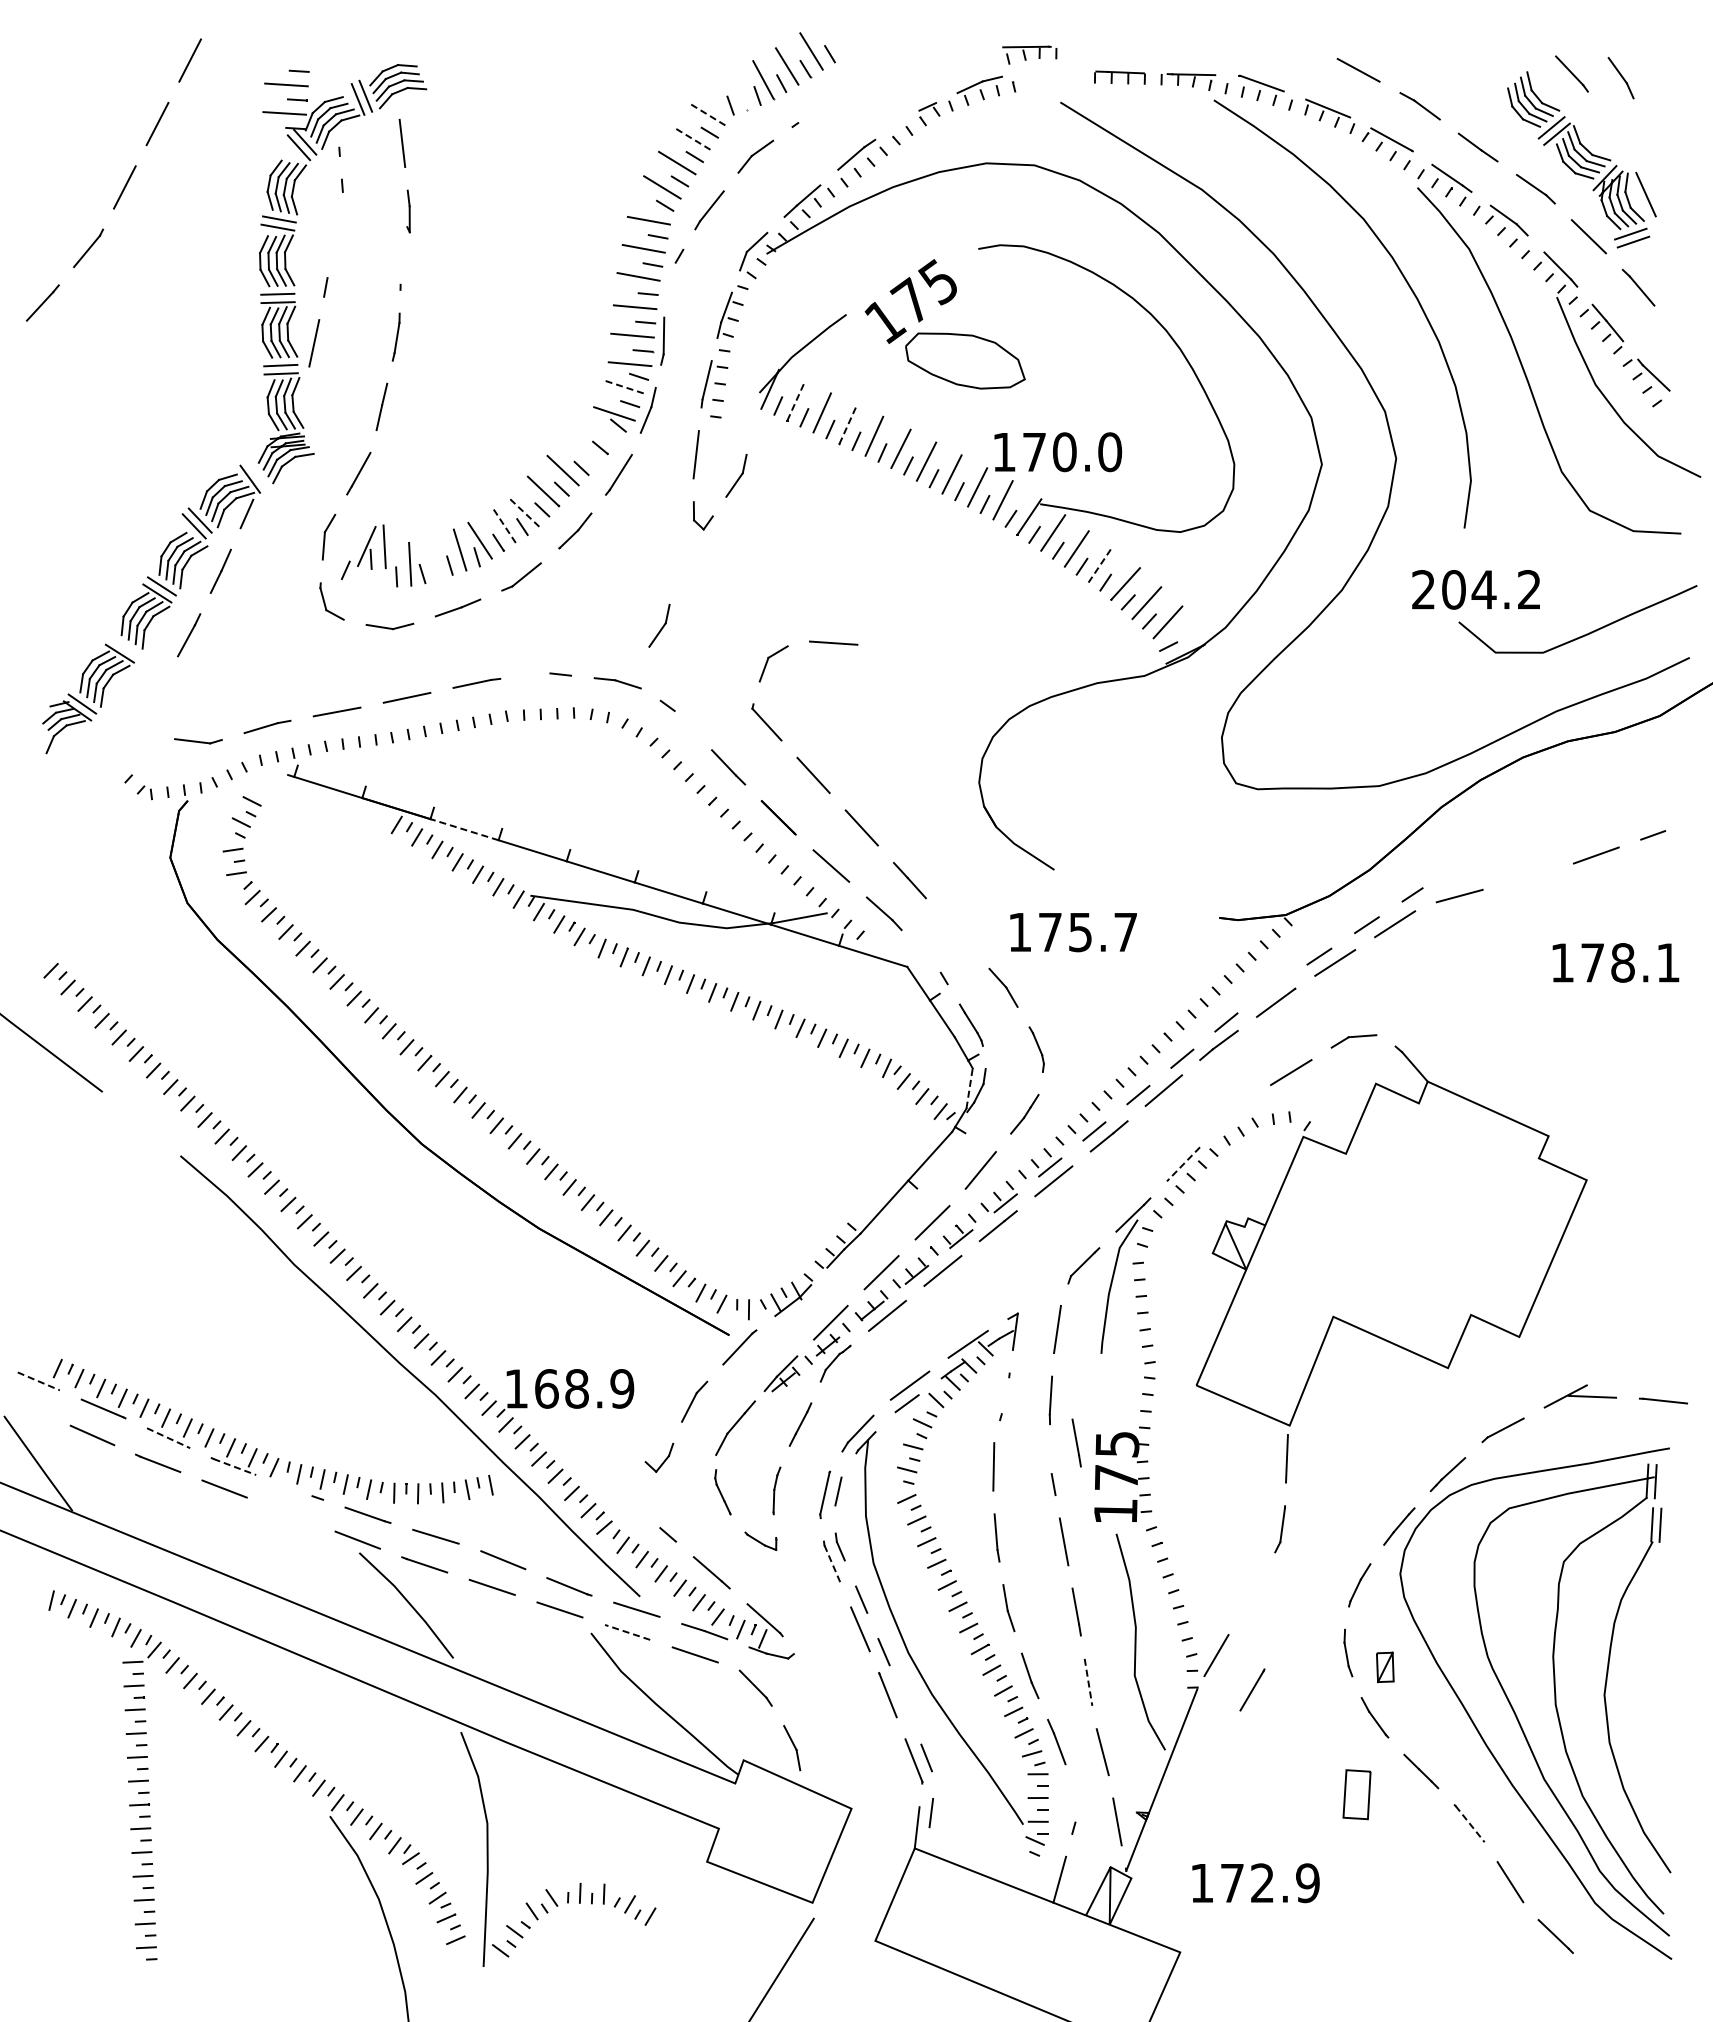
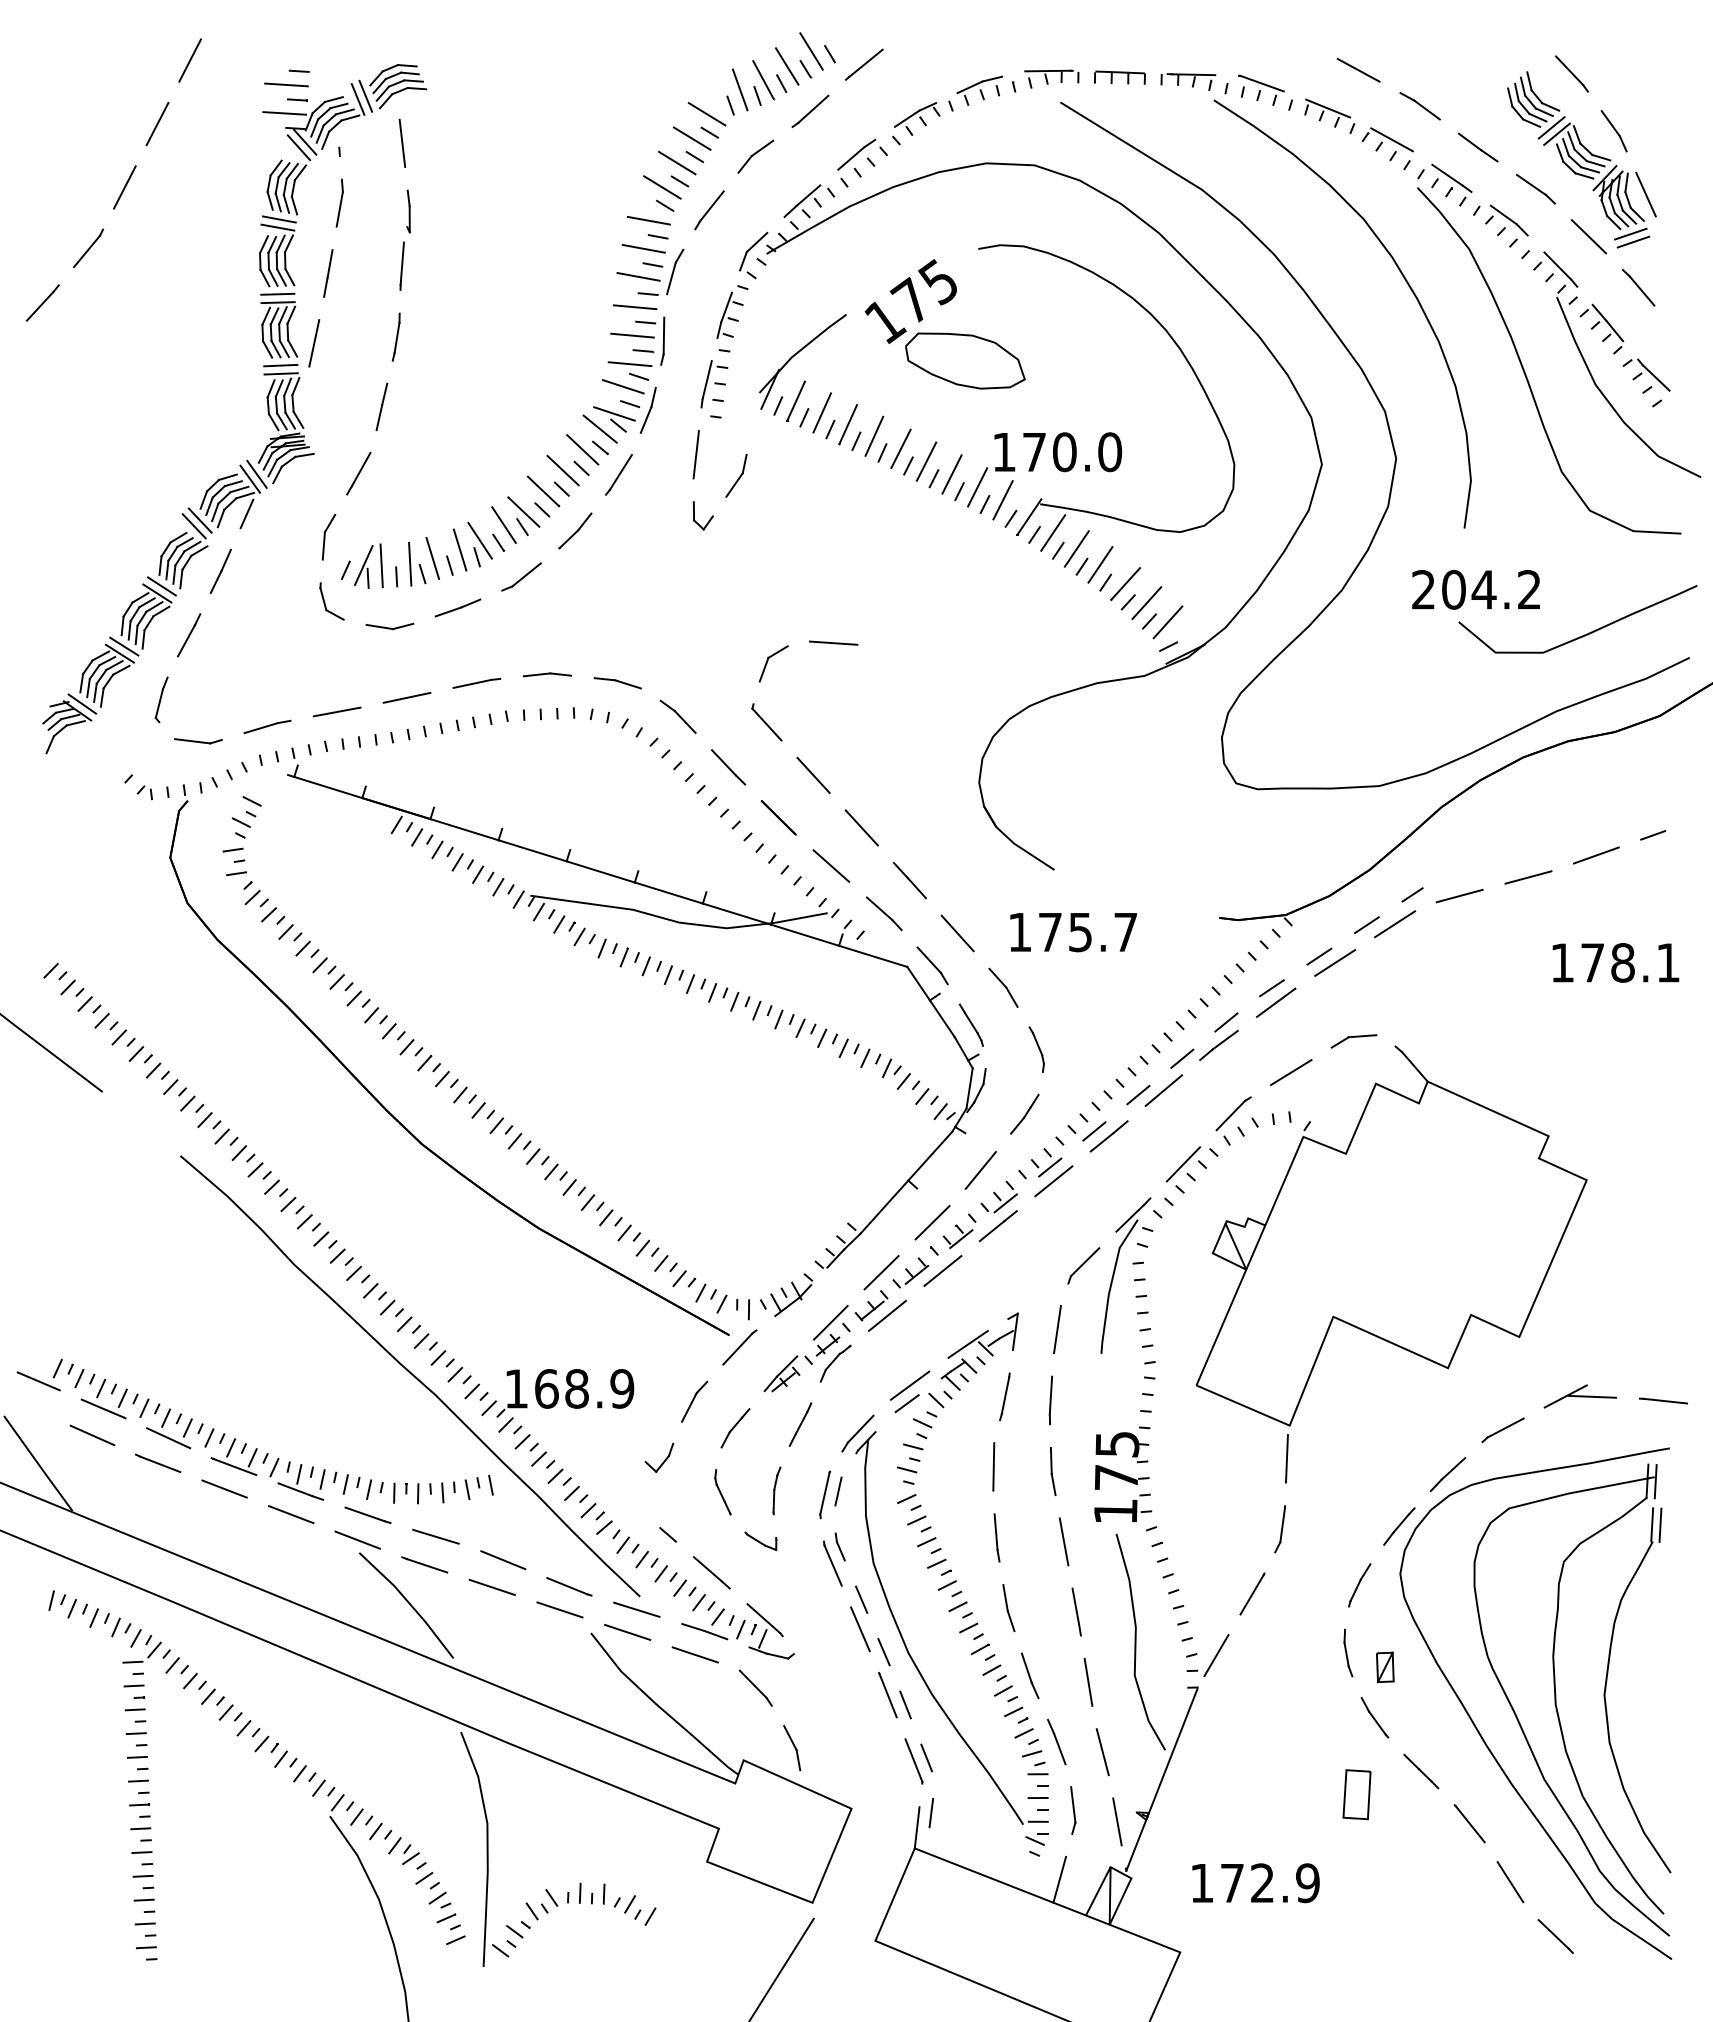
part at (1029, 54) position: (1029, 54) -> (1051, 78)
line at (863, 64): none -> present
part at (1620, 78) position: (1620, 78) -> (1613, 131)
line at (739, 89): none -> present
line at (813, 109): none -> present
line at (706, 113): dashed -> solid
line at (906, 118): none -> present
line at (691, 138): dashed -> solid
line at (339, 208): none -> present
line at (401, 263): none -> present
line at (329, 264): none -> present
line at (671, 278): none -> present
line at (622, 386): dashed -> solid
line at (796, 400): dashed -> solid
line at (848, 424): dashed -> solid
line at (599, 428): none -> present
line at (582, 449): none -> present
line at (256, 473): none -> present
line at (523, 511): dashed -> solid
line at (503, 524): dashed -> solid
part at (371, 546) position: (371, 546) -> (368, 565)
line at (432, 557): none -> present
line at (1100, 564): dashed -> solid
part at (659, 625): present -> none
line at (124, 646): none -> present
line at (536, 674): none -> present
part at (161, 699): none -> present
line at (684, 721): none -> present
line at (464, 829): dashed -> solid
line at (1528, 877): none -> present
line at (957, 933): none -> present
line at (928, 959): none -> present
line at (1271, 988): none -> present
line at (969, 1087): dashed -> solid
line at (1233, 1113): none -> present
line at (1183, 1164): dashed -> solid
line at (38, 1381): dashed -> solid
line at (1005, 1395): none -> present
part at (735, 1427) size: 42x56 px -> 31x41 px
line at (168, 1438): dashed -> solid
line at (1076, 1442): present -> none
line at (1050, 1460): none -> present
line at (234, 1467): dashed -> solid
line at (295, 1489): none -> present
line at (291, 1514): none -> present
line at (833, 1565): dashed -> solid
line at (627, 1632): dashed -> solid
line at (1088, 1682): dashed -> solid
line at (1252, 1689) position: (1252, 1689) -> (1252, 1593)
line at (905, 1704): none -> present
line at (1073, 1804): none -> present
line at (1470, 1824): dashed -> solid
